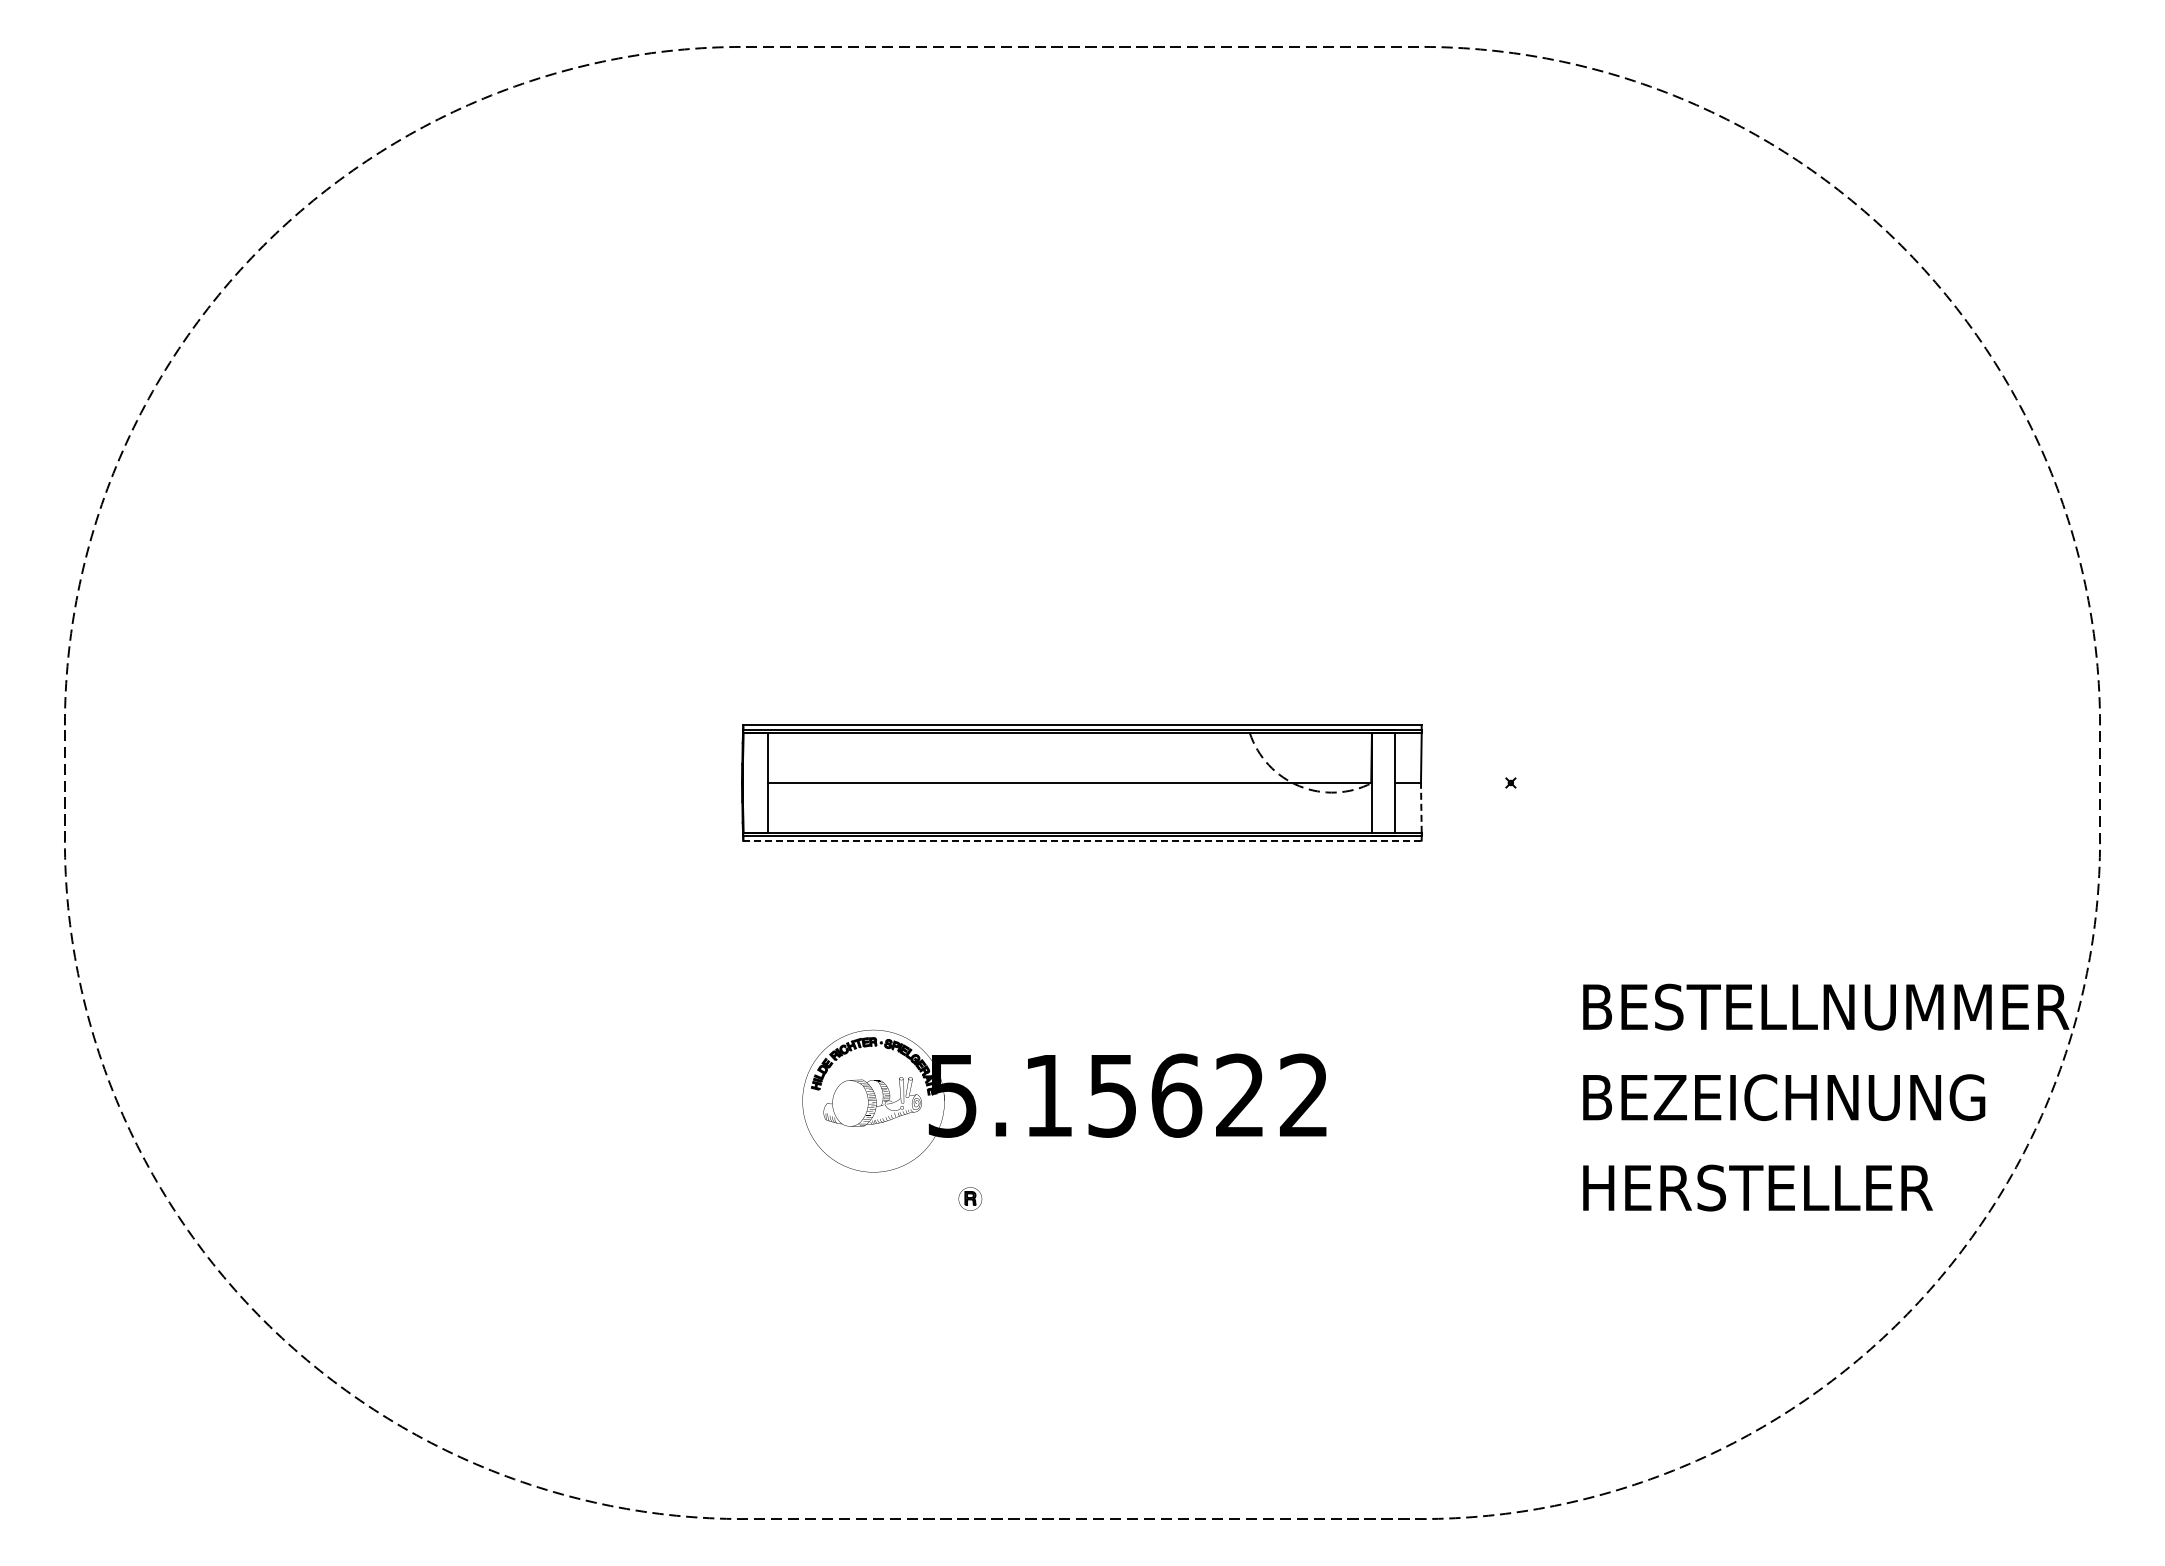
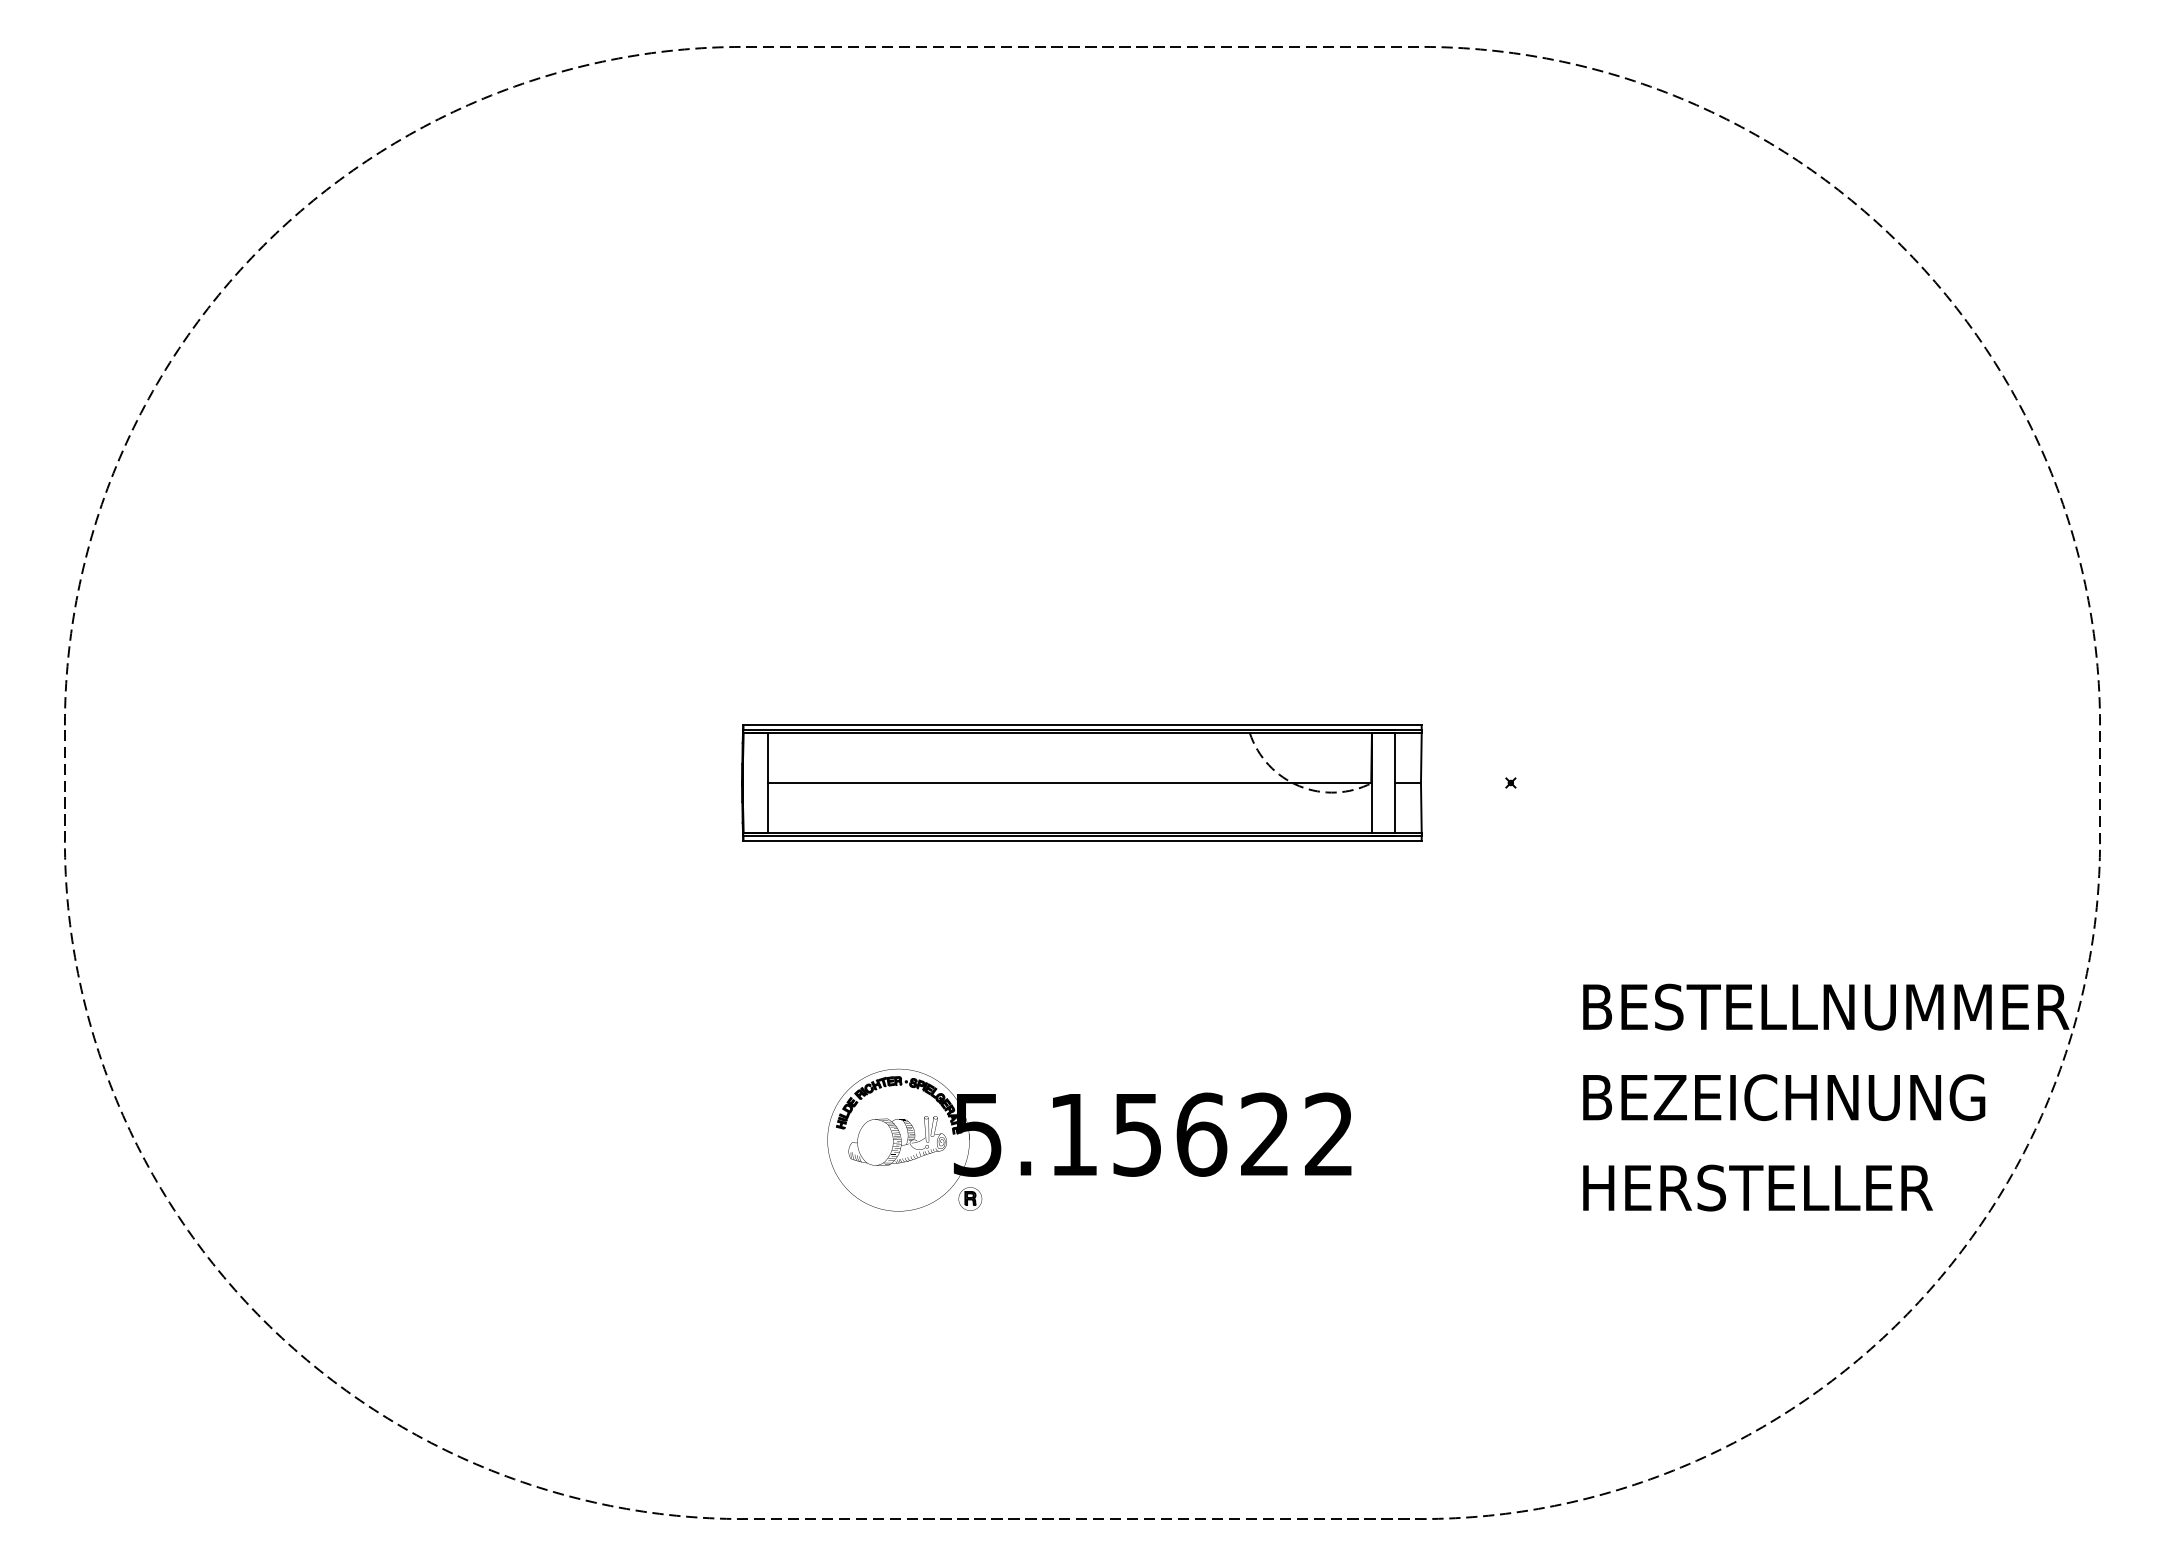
line at (1421, 807): dashed -> solid
line at (1082, 840): dashed -> solid
part at (1055, 1100) position: (1055, 1100) -> (1080, 1139)
